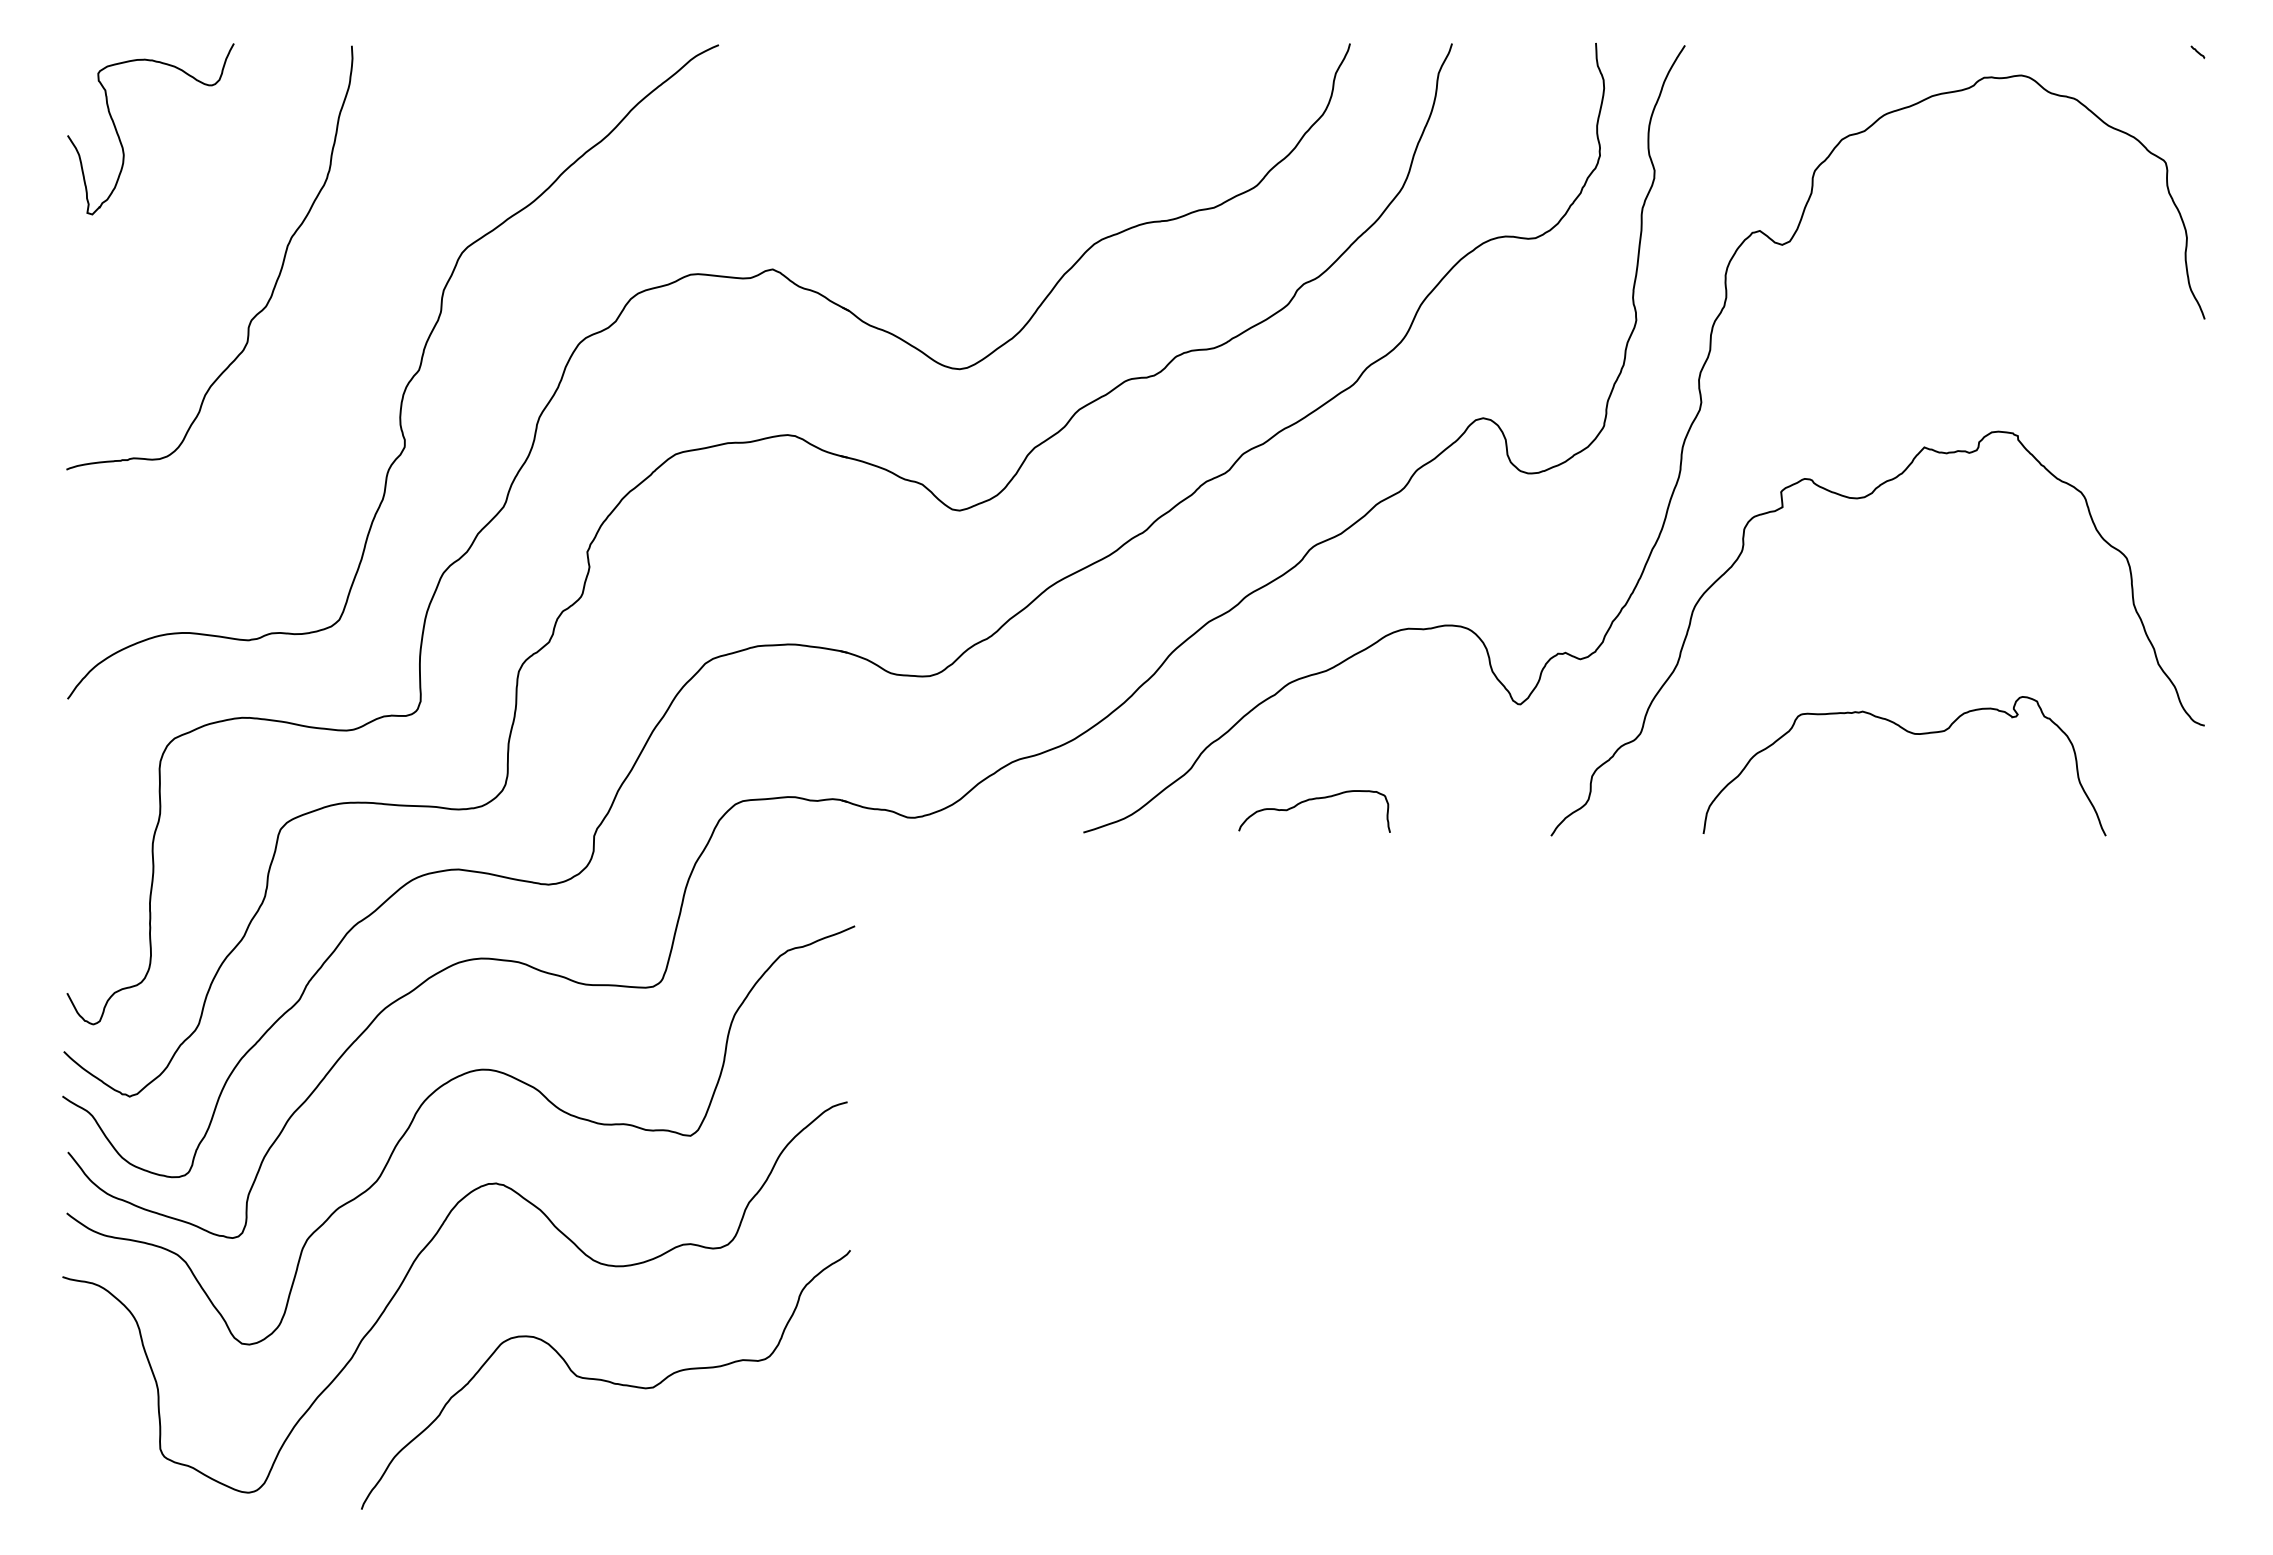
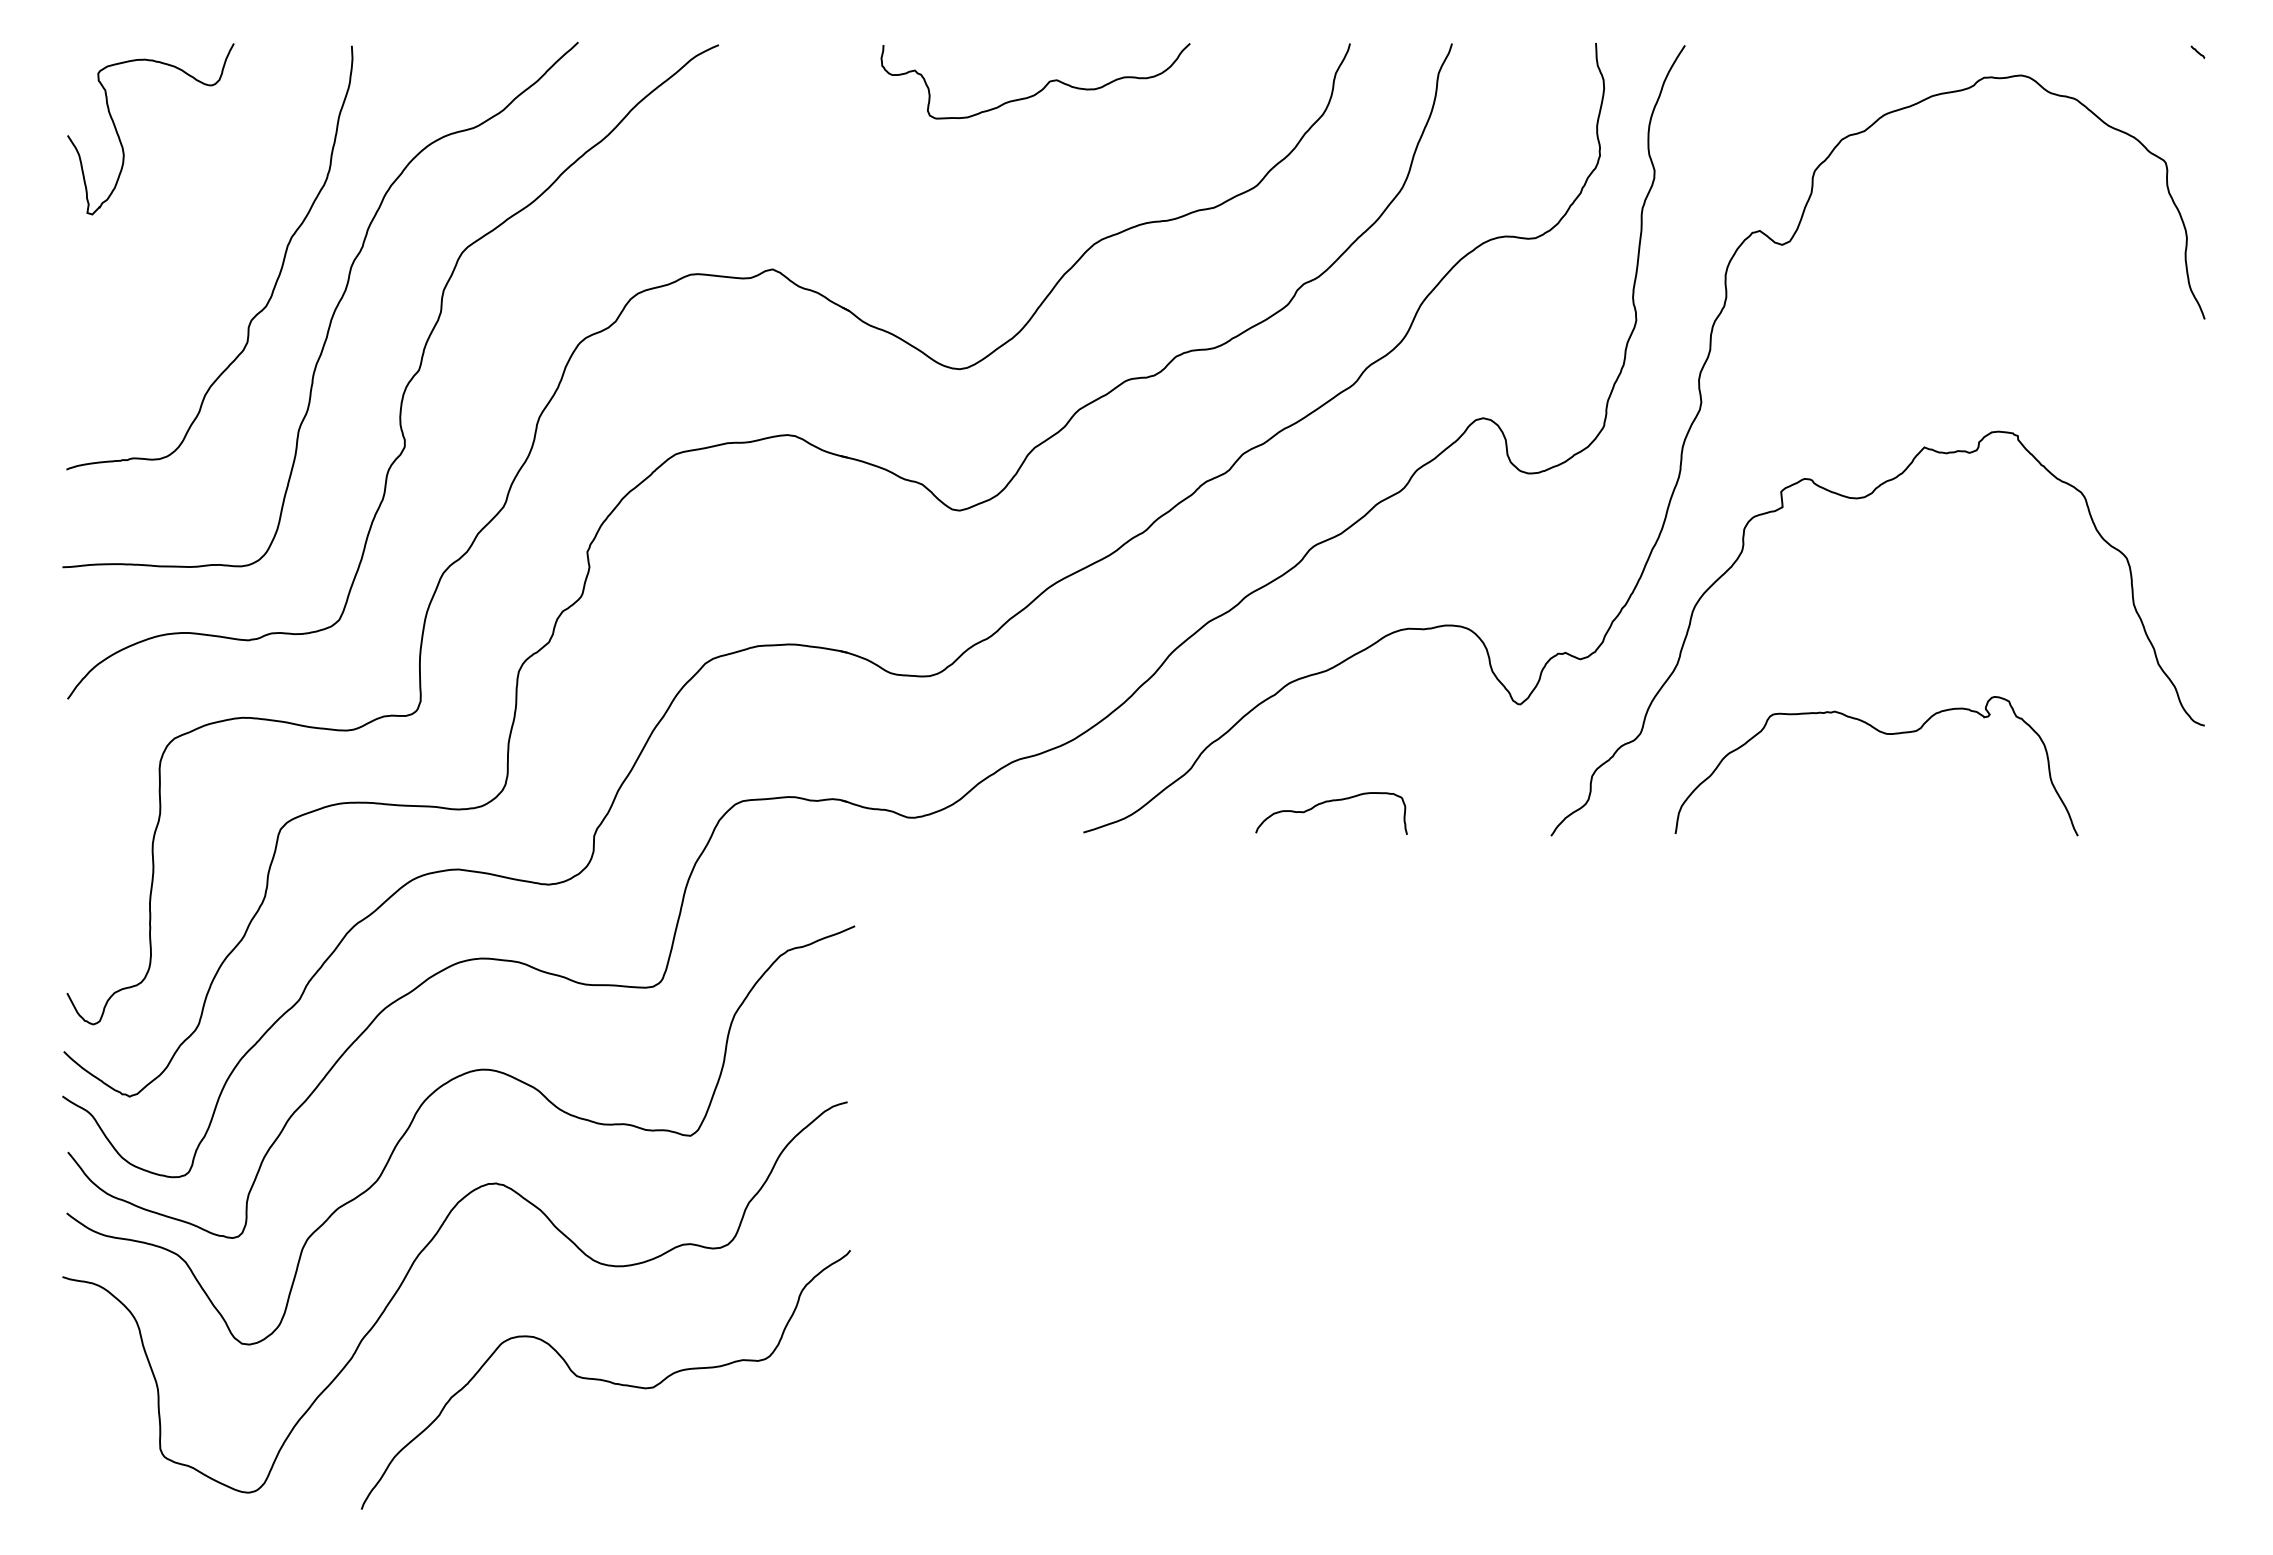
curve at (1040, 89): none -> present
curve at (333, 311): none -> present
curve at (1912, 734) position: (1912, 734) -> (1884, 734)
curve at (1312, 800) position: (1312, 800) -> (1329, 802)
